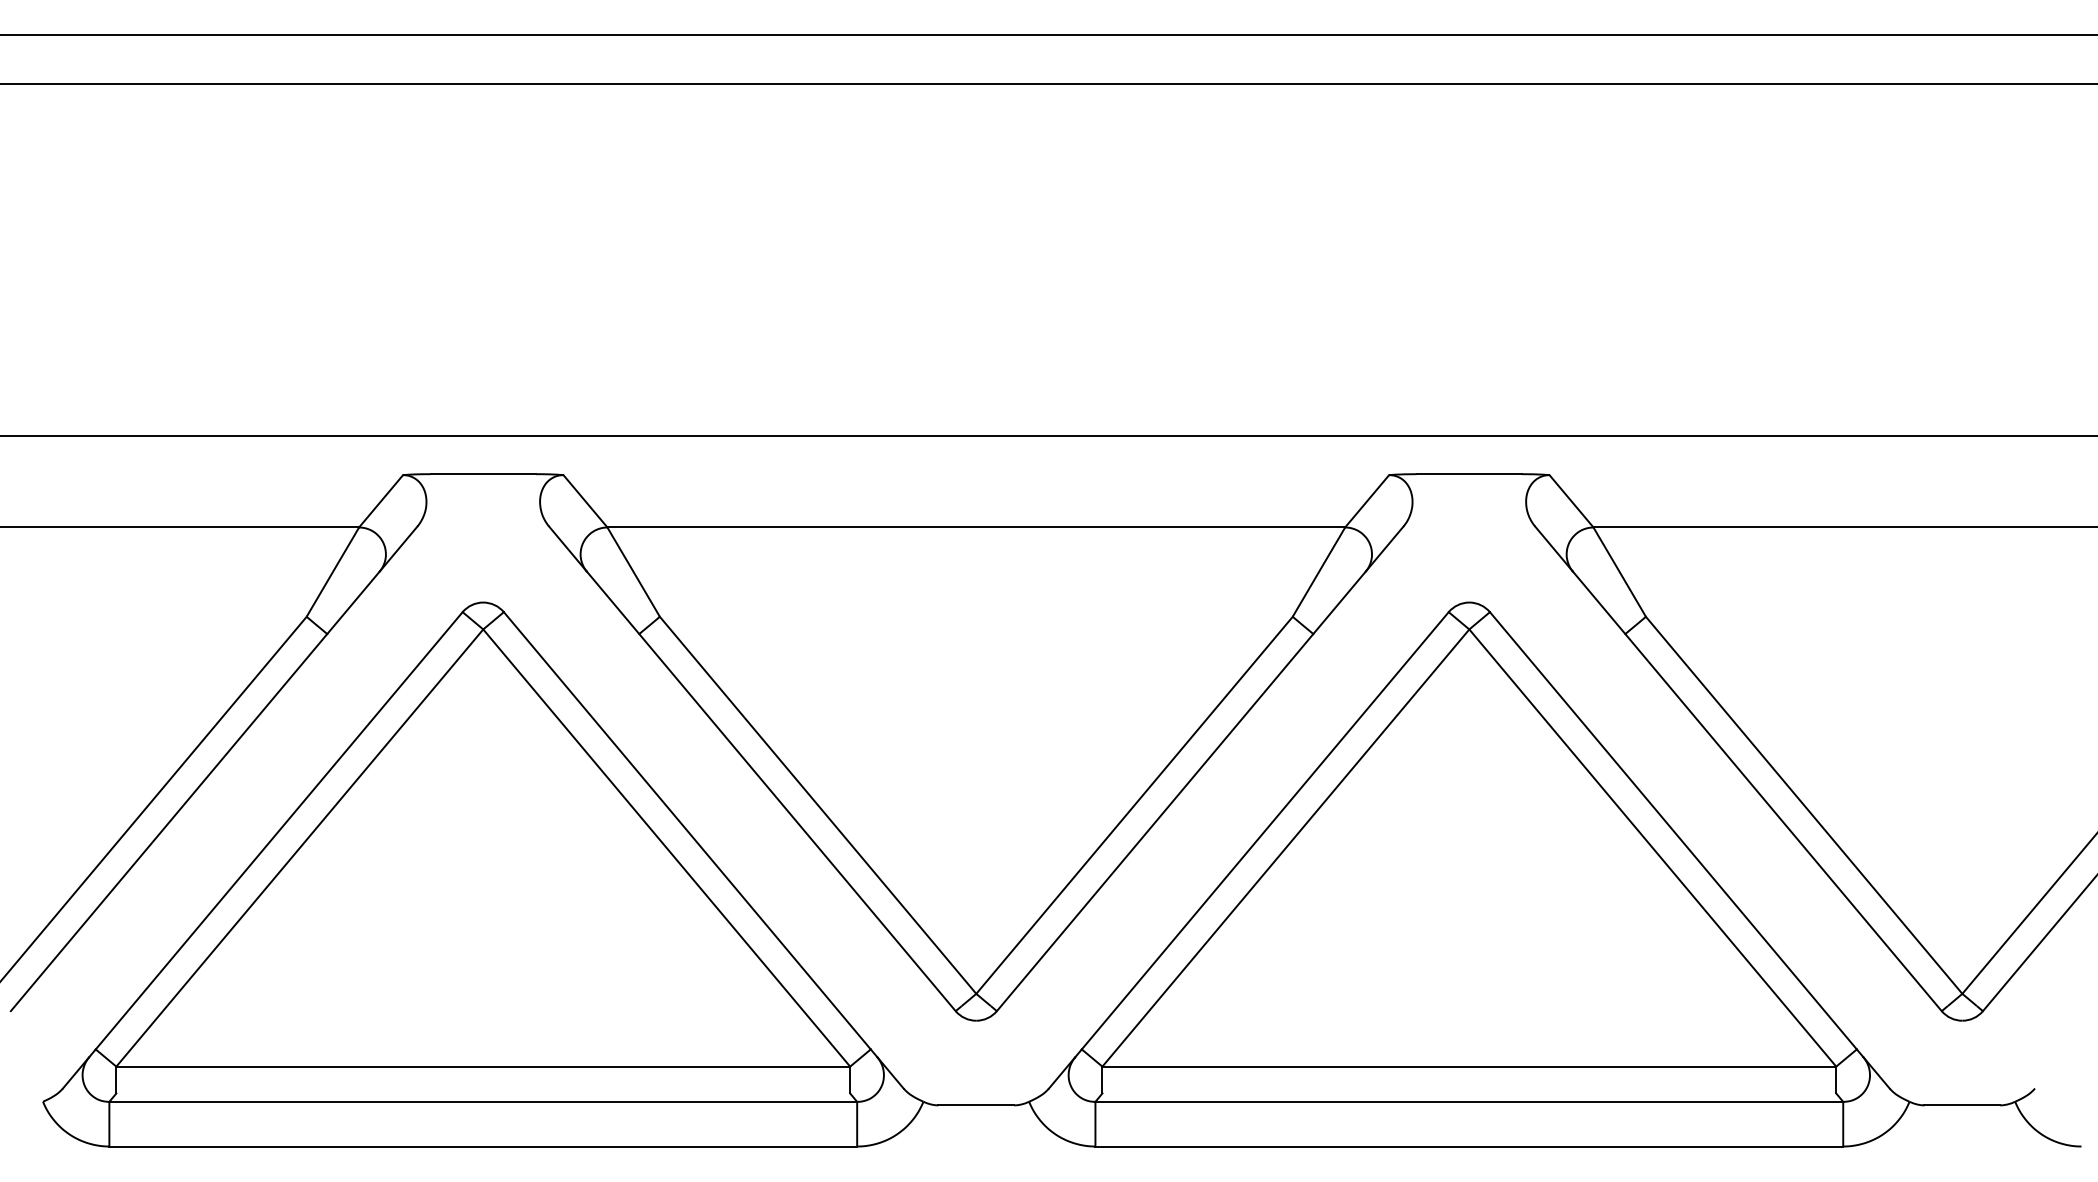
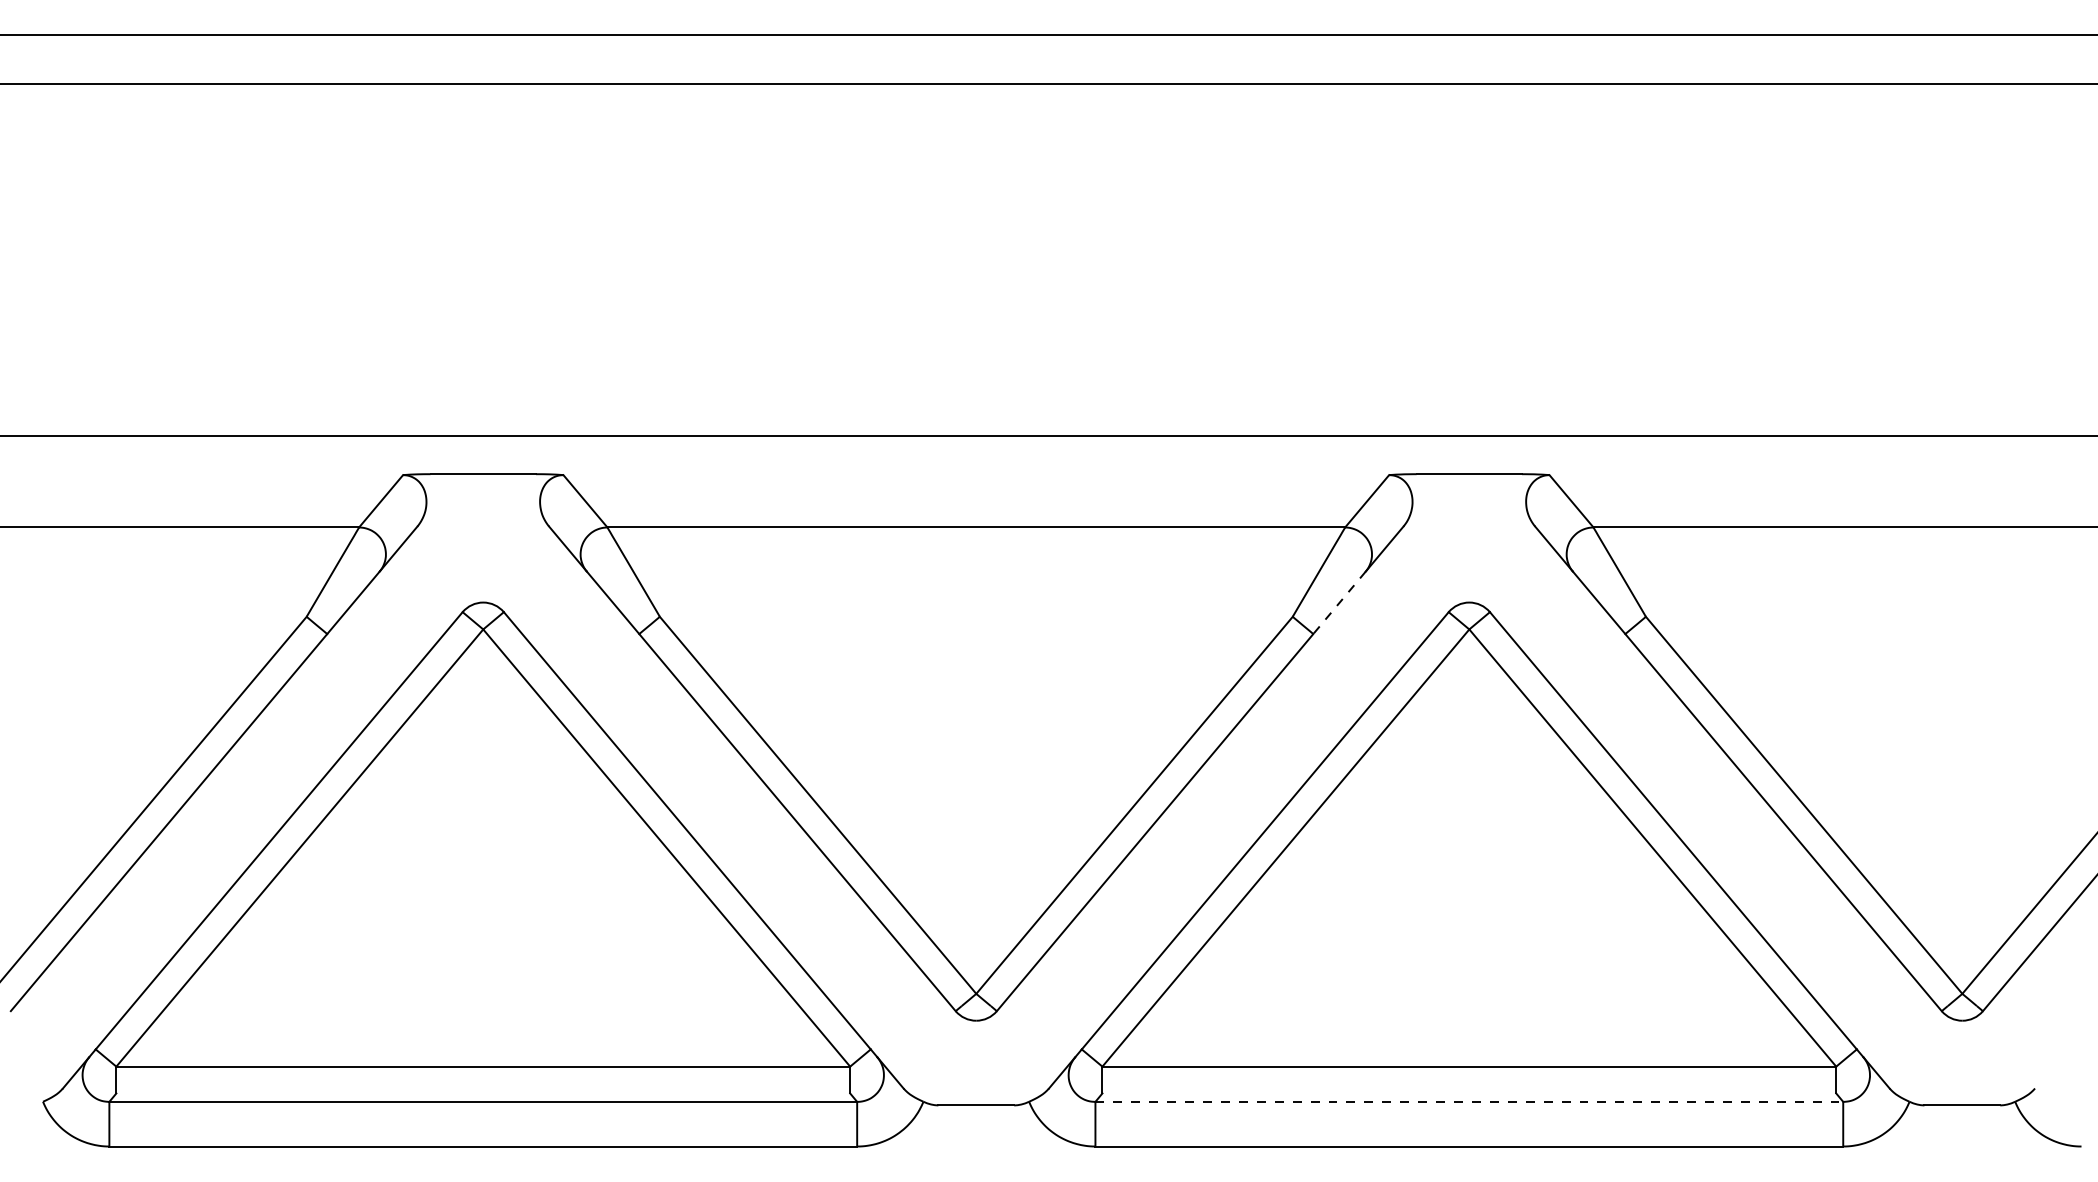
line at (1339, 602): solid -> dashed
line at (1469, 1101): solid -> dashed
